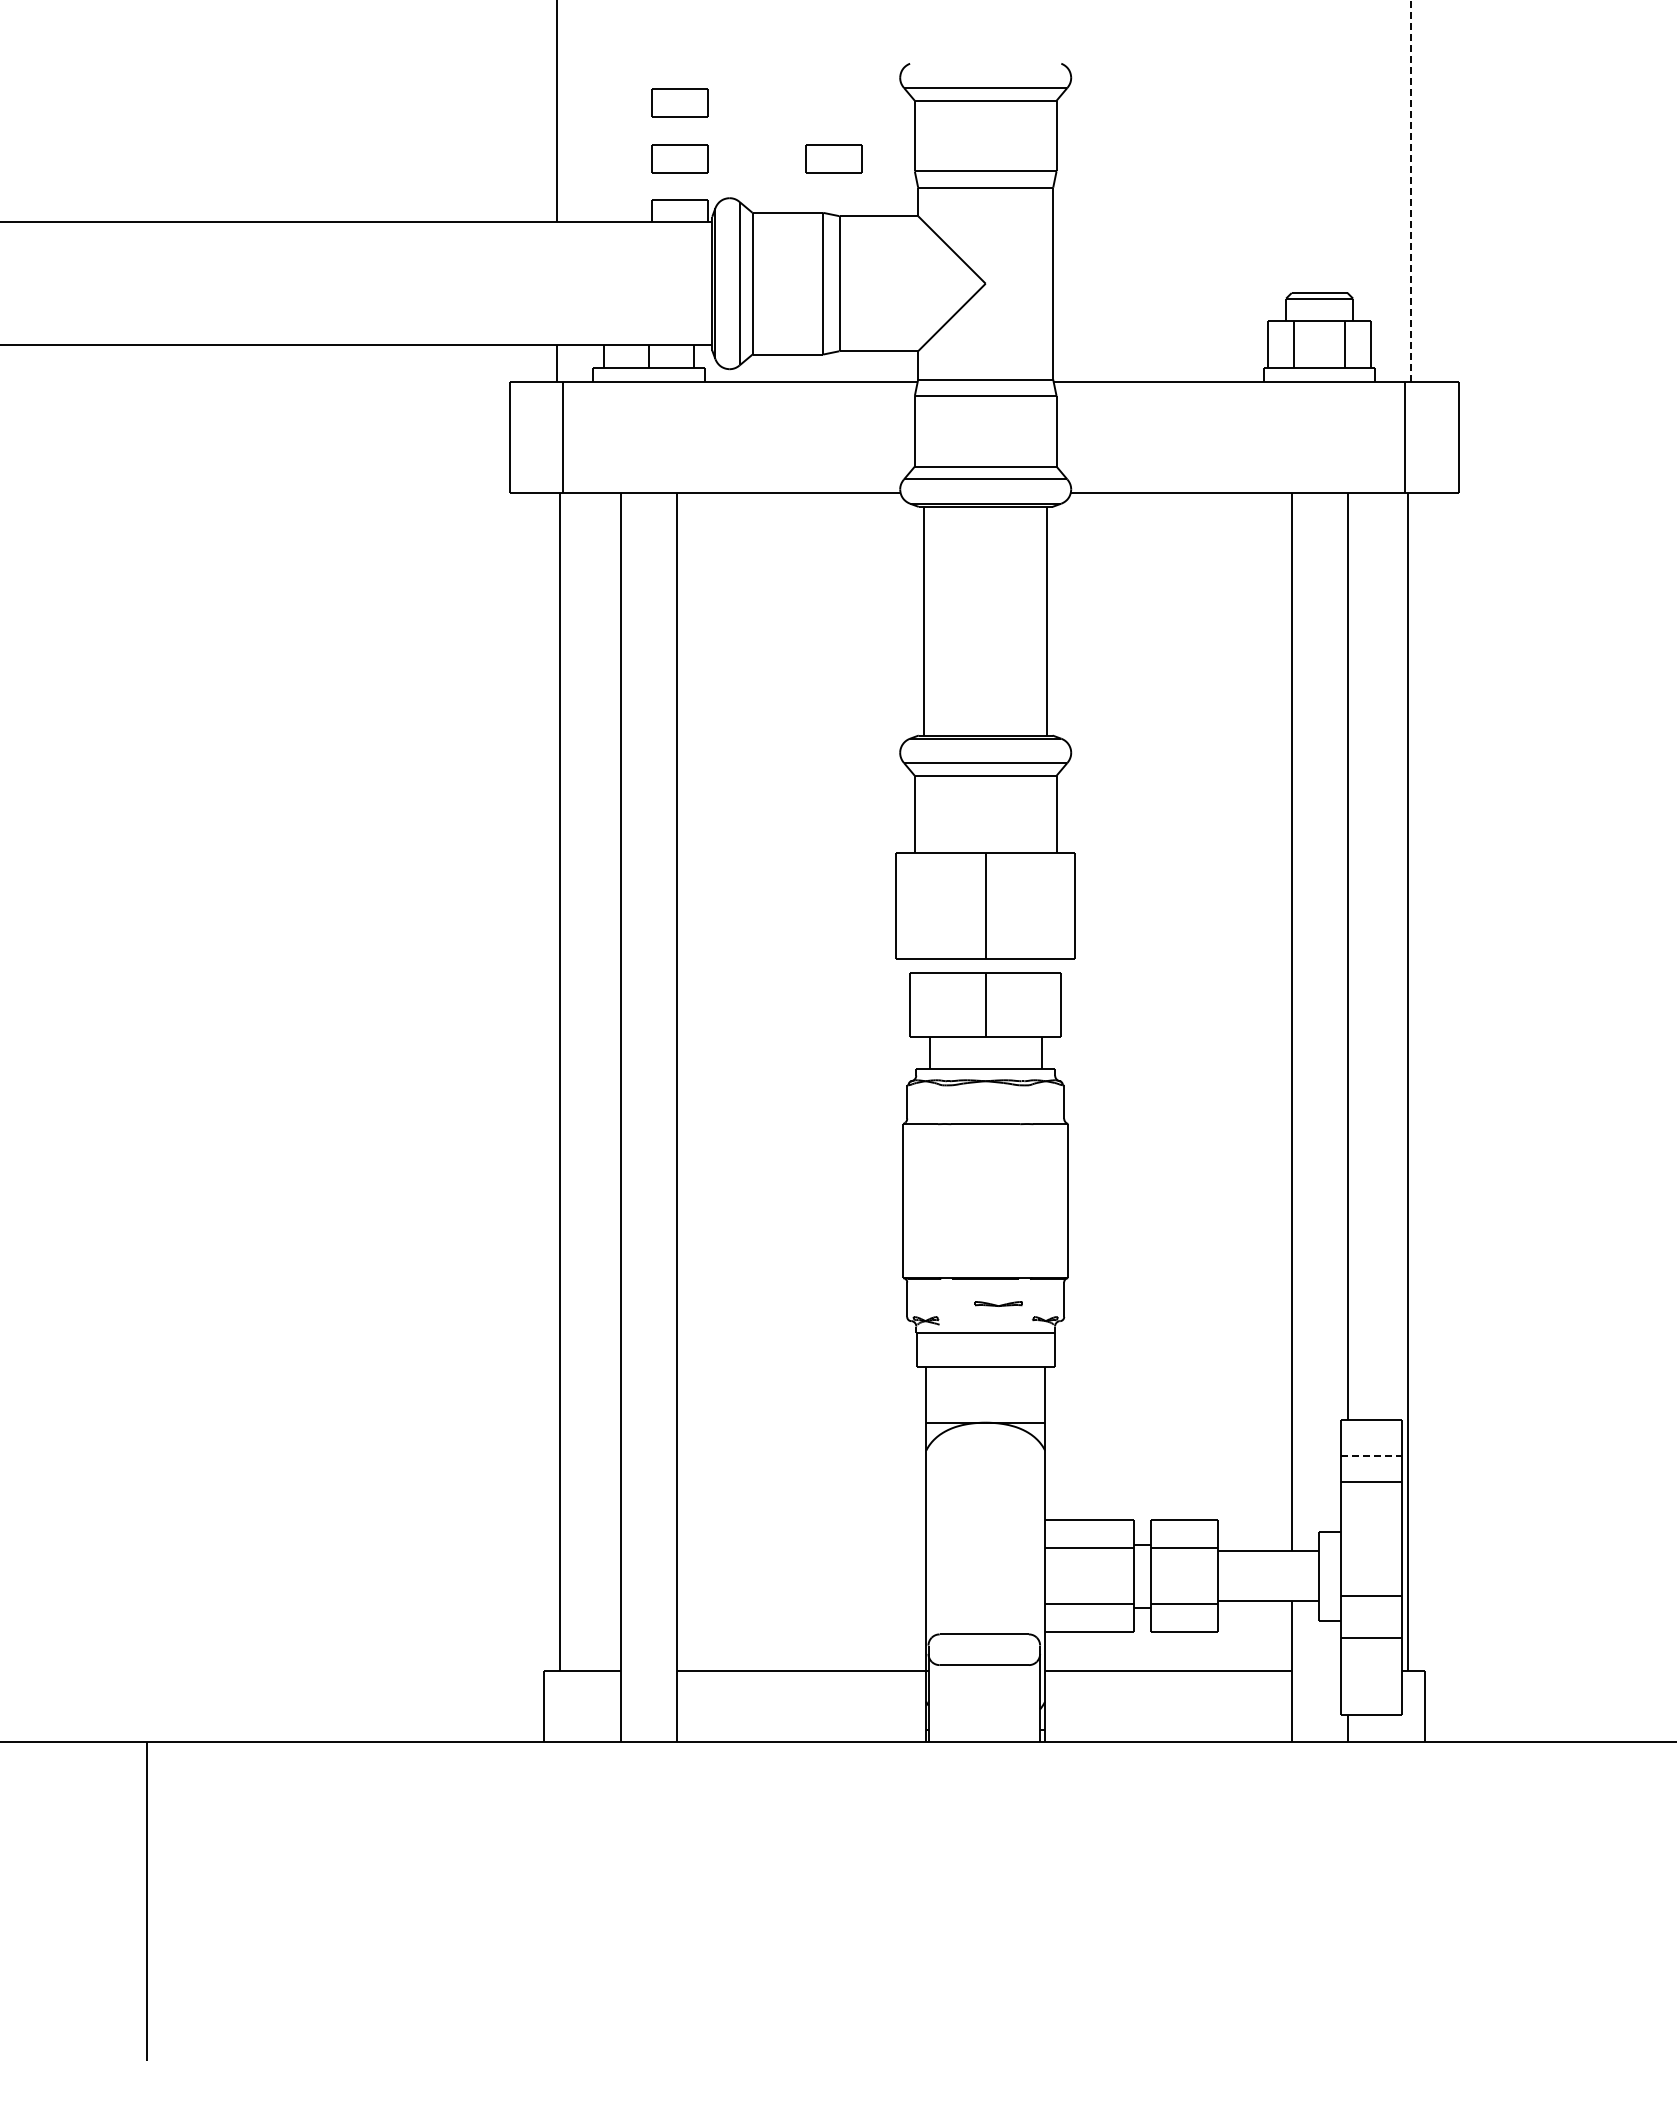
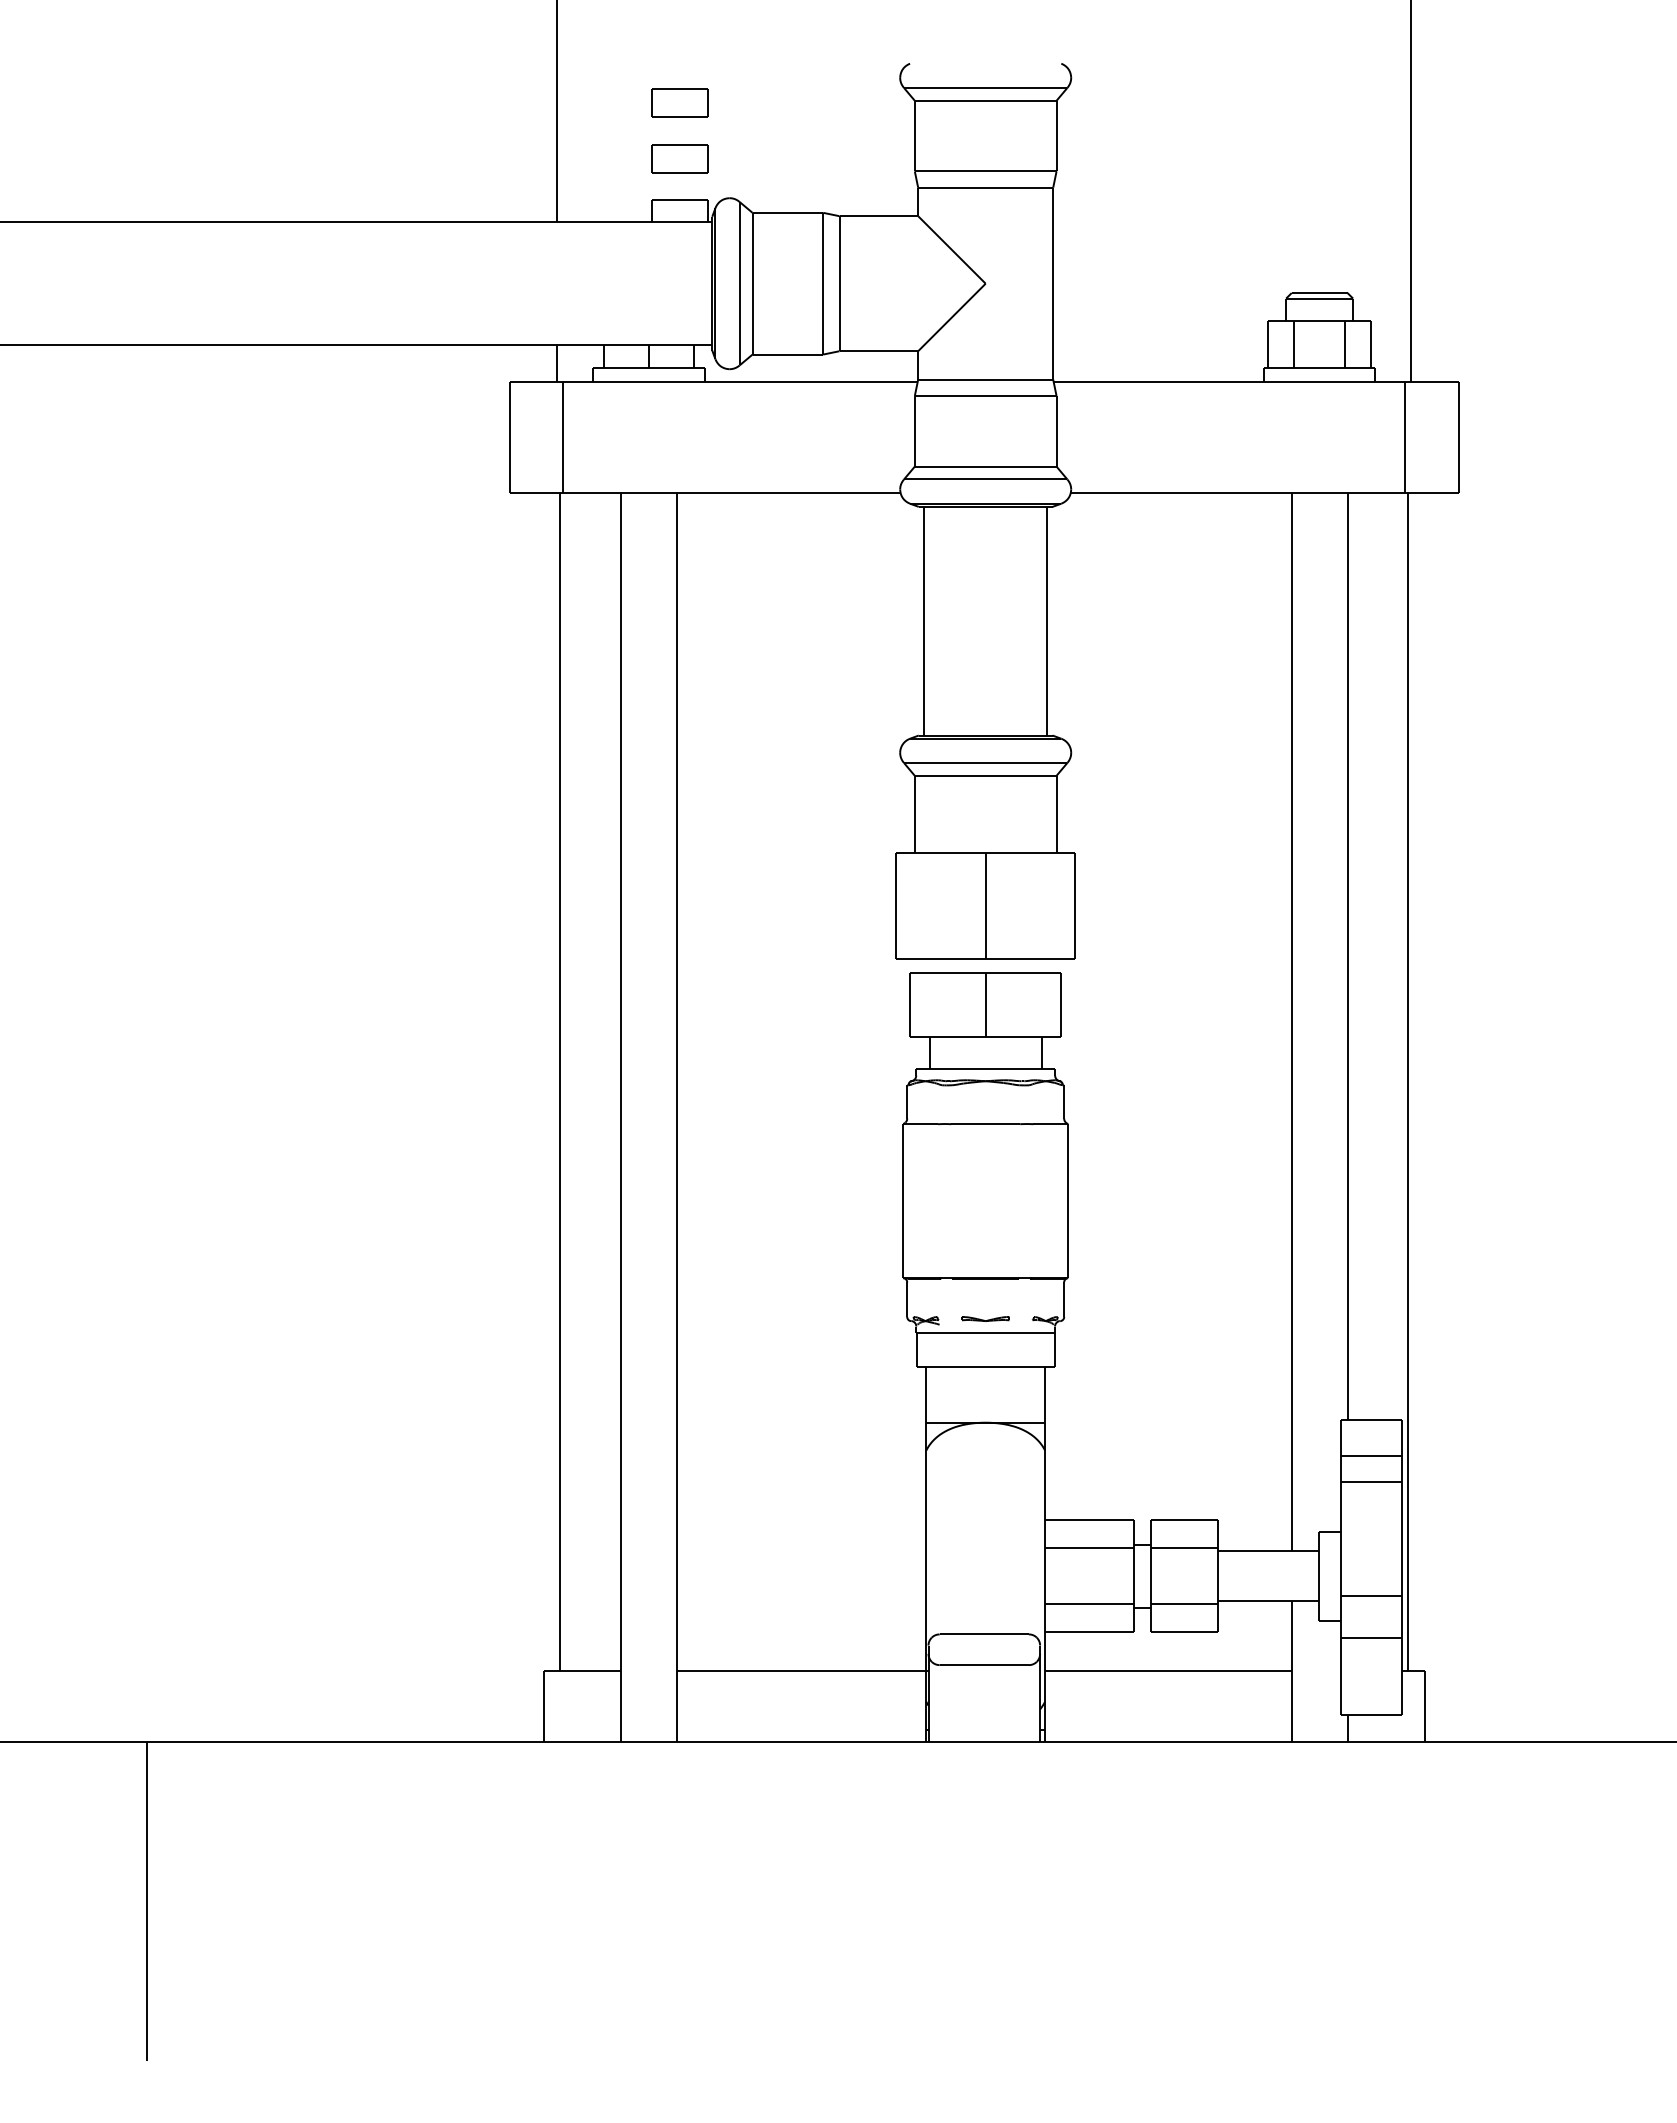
part at (833, 158): present -> none
line at (1411, 190): dashed -> solid
part at (998, 1303) position: (998, 1303) -> (985, 1318)
line at (1371, 1456): dashed -> solid
